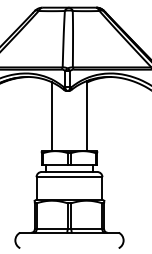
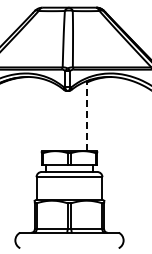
line at (52, 116): present -> none
line at (86, 116): solid -> dashed
